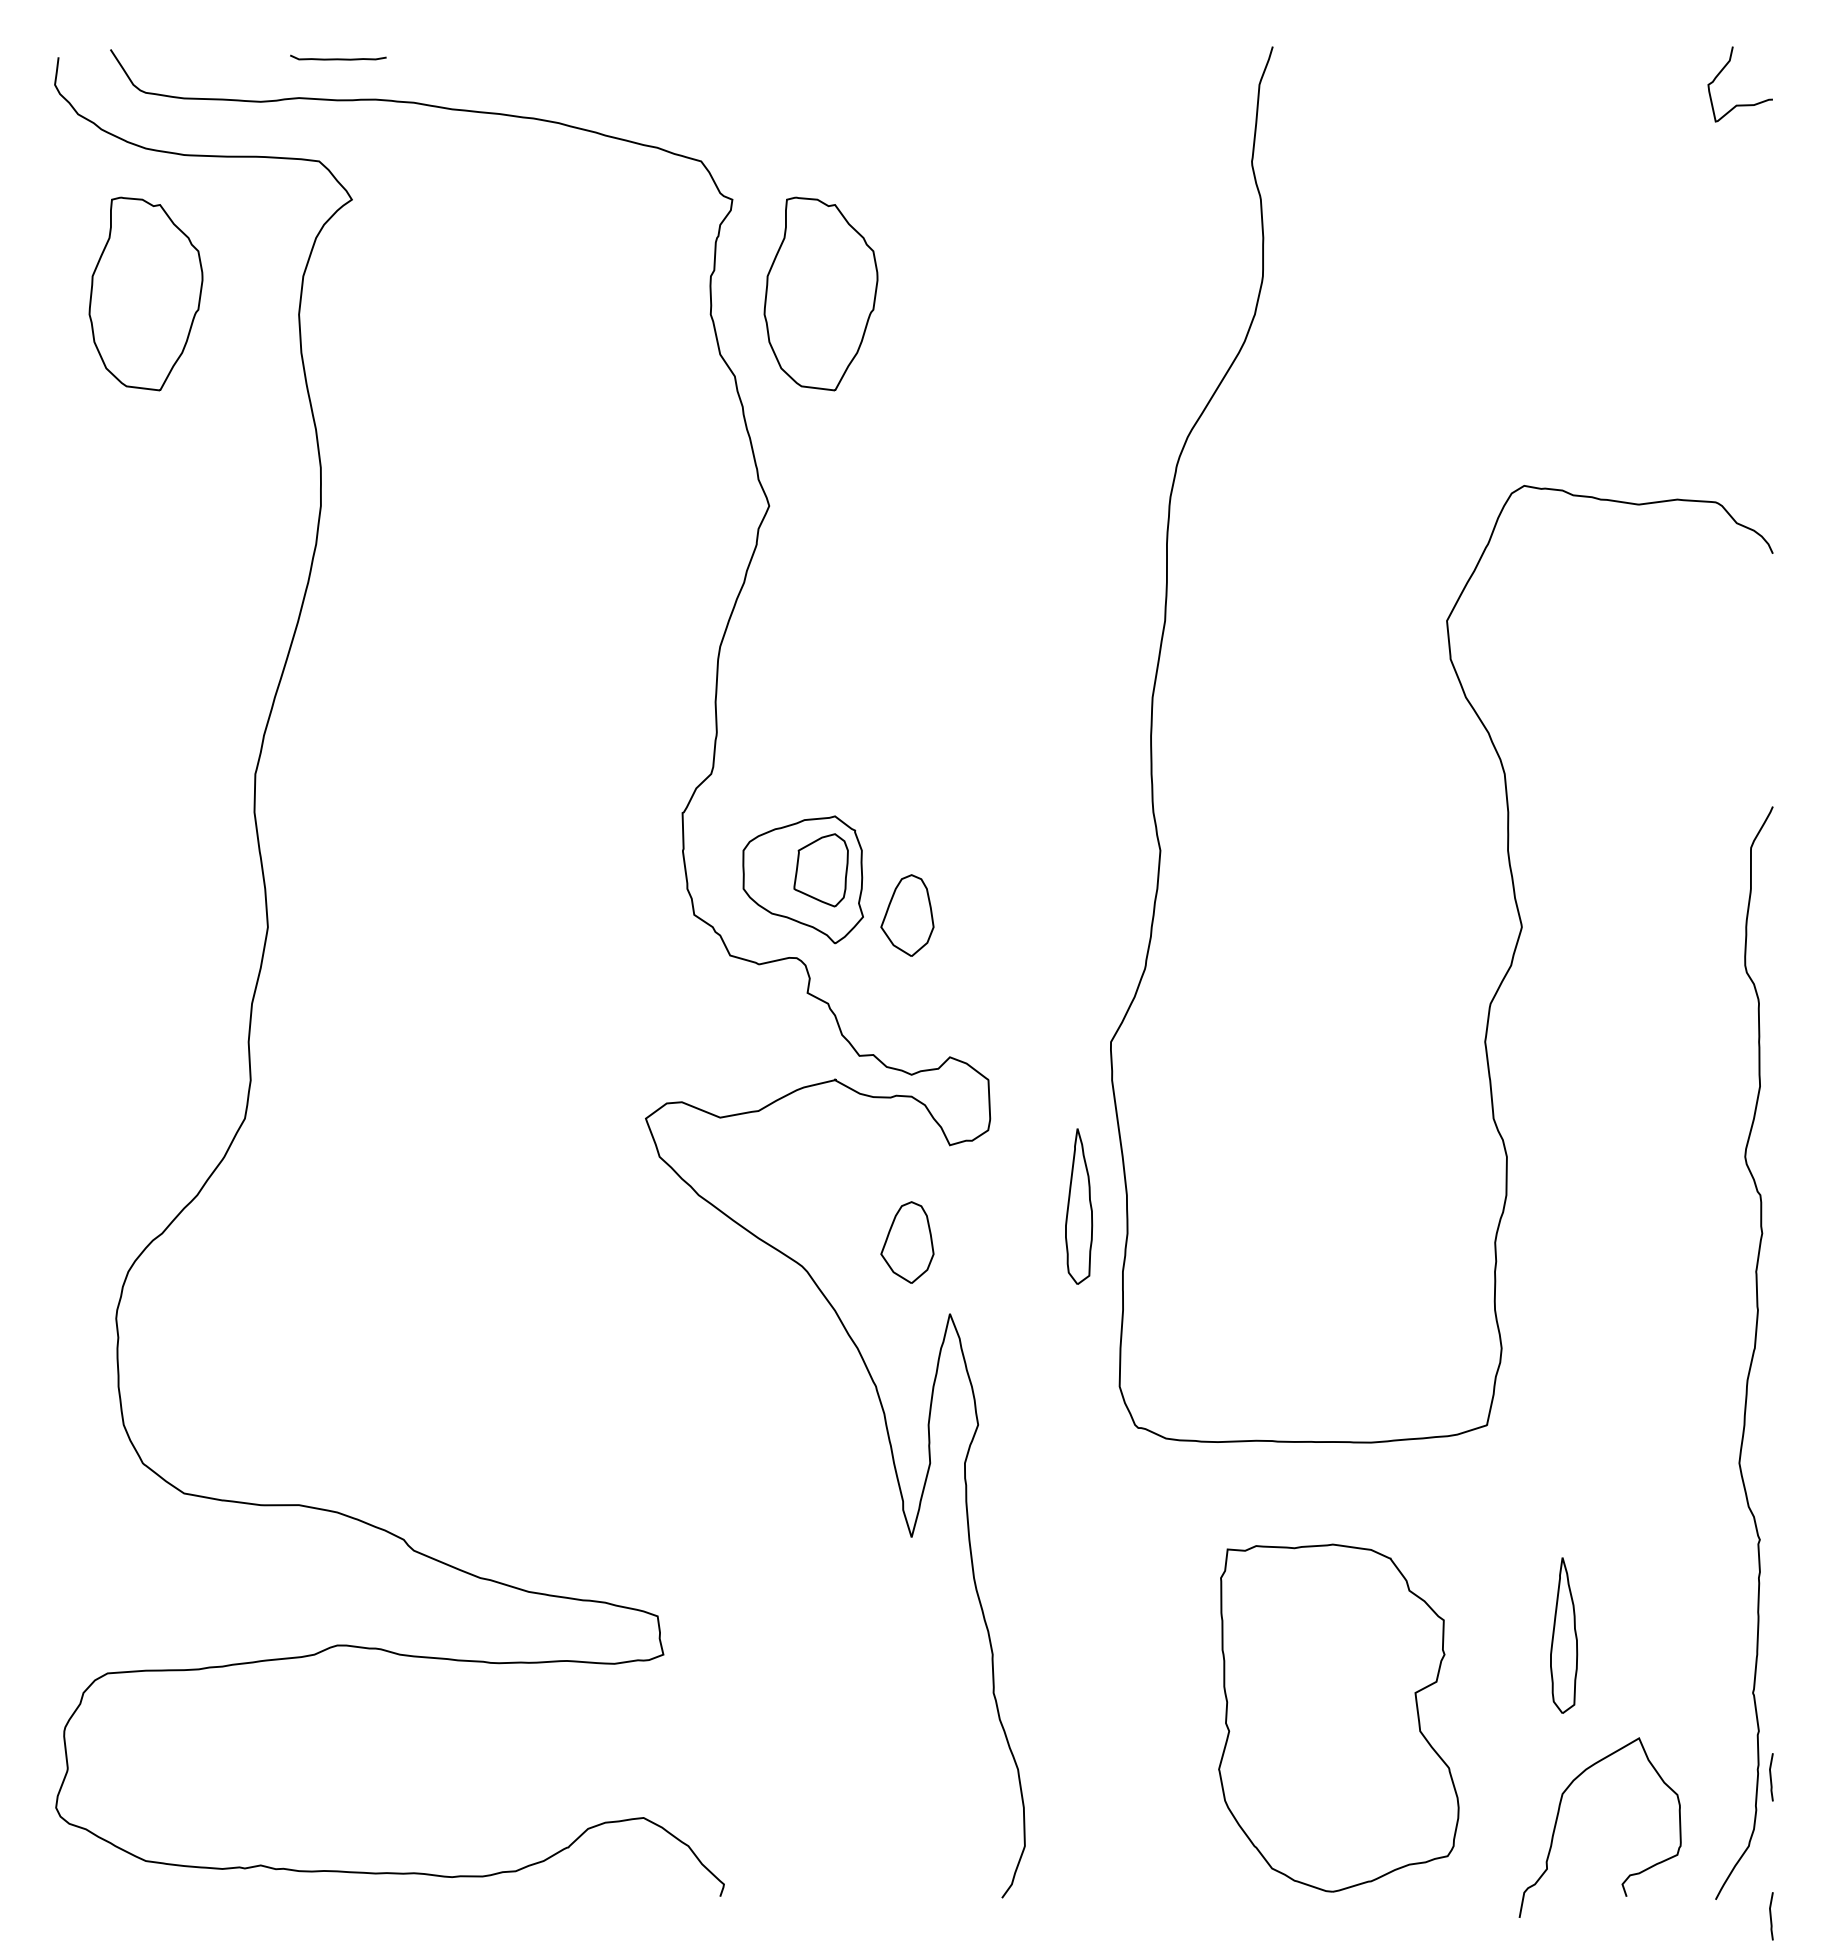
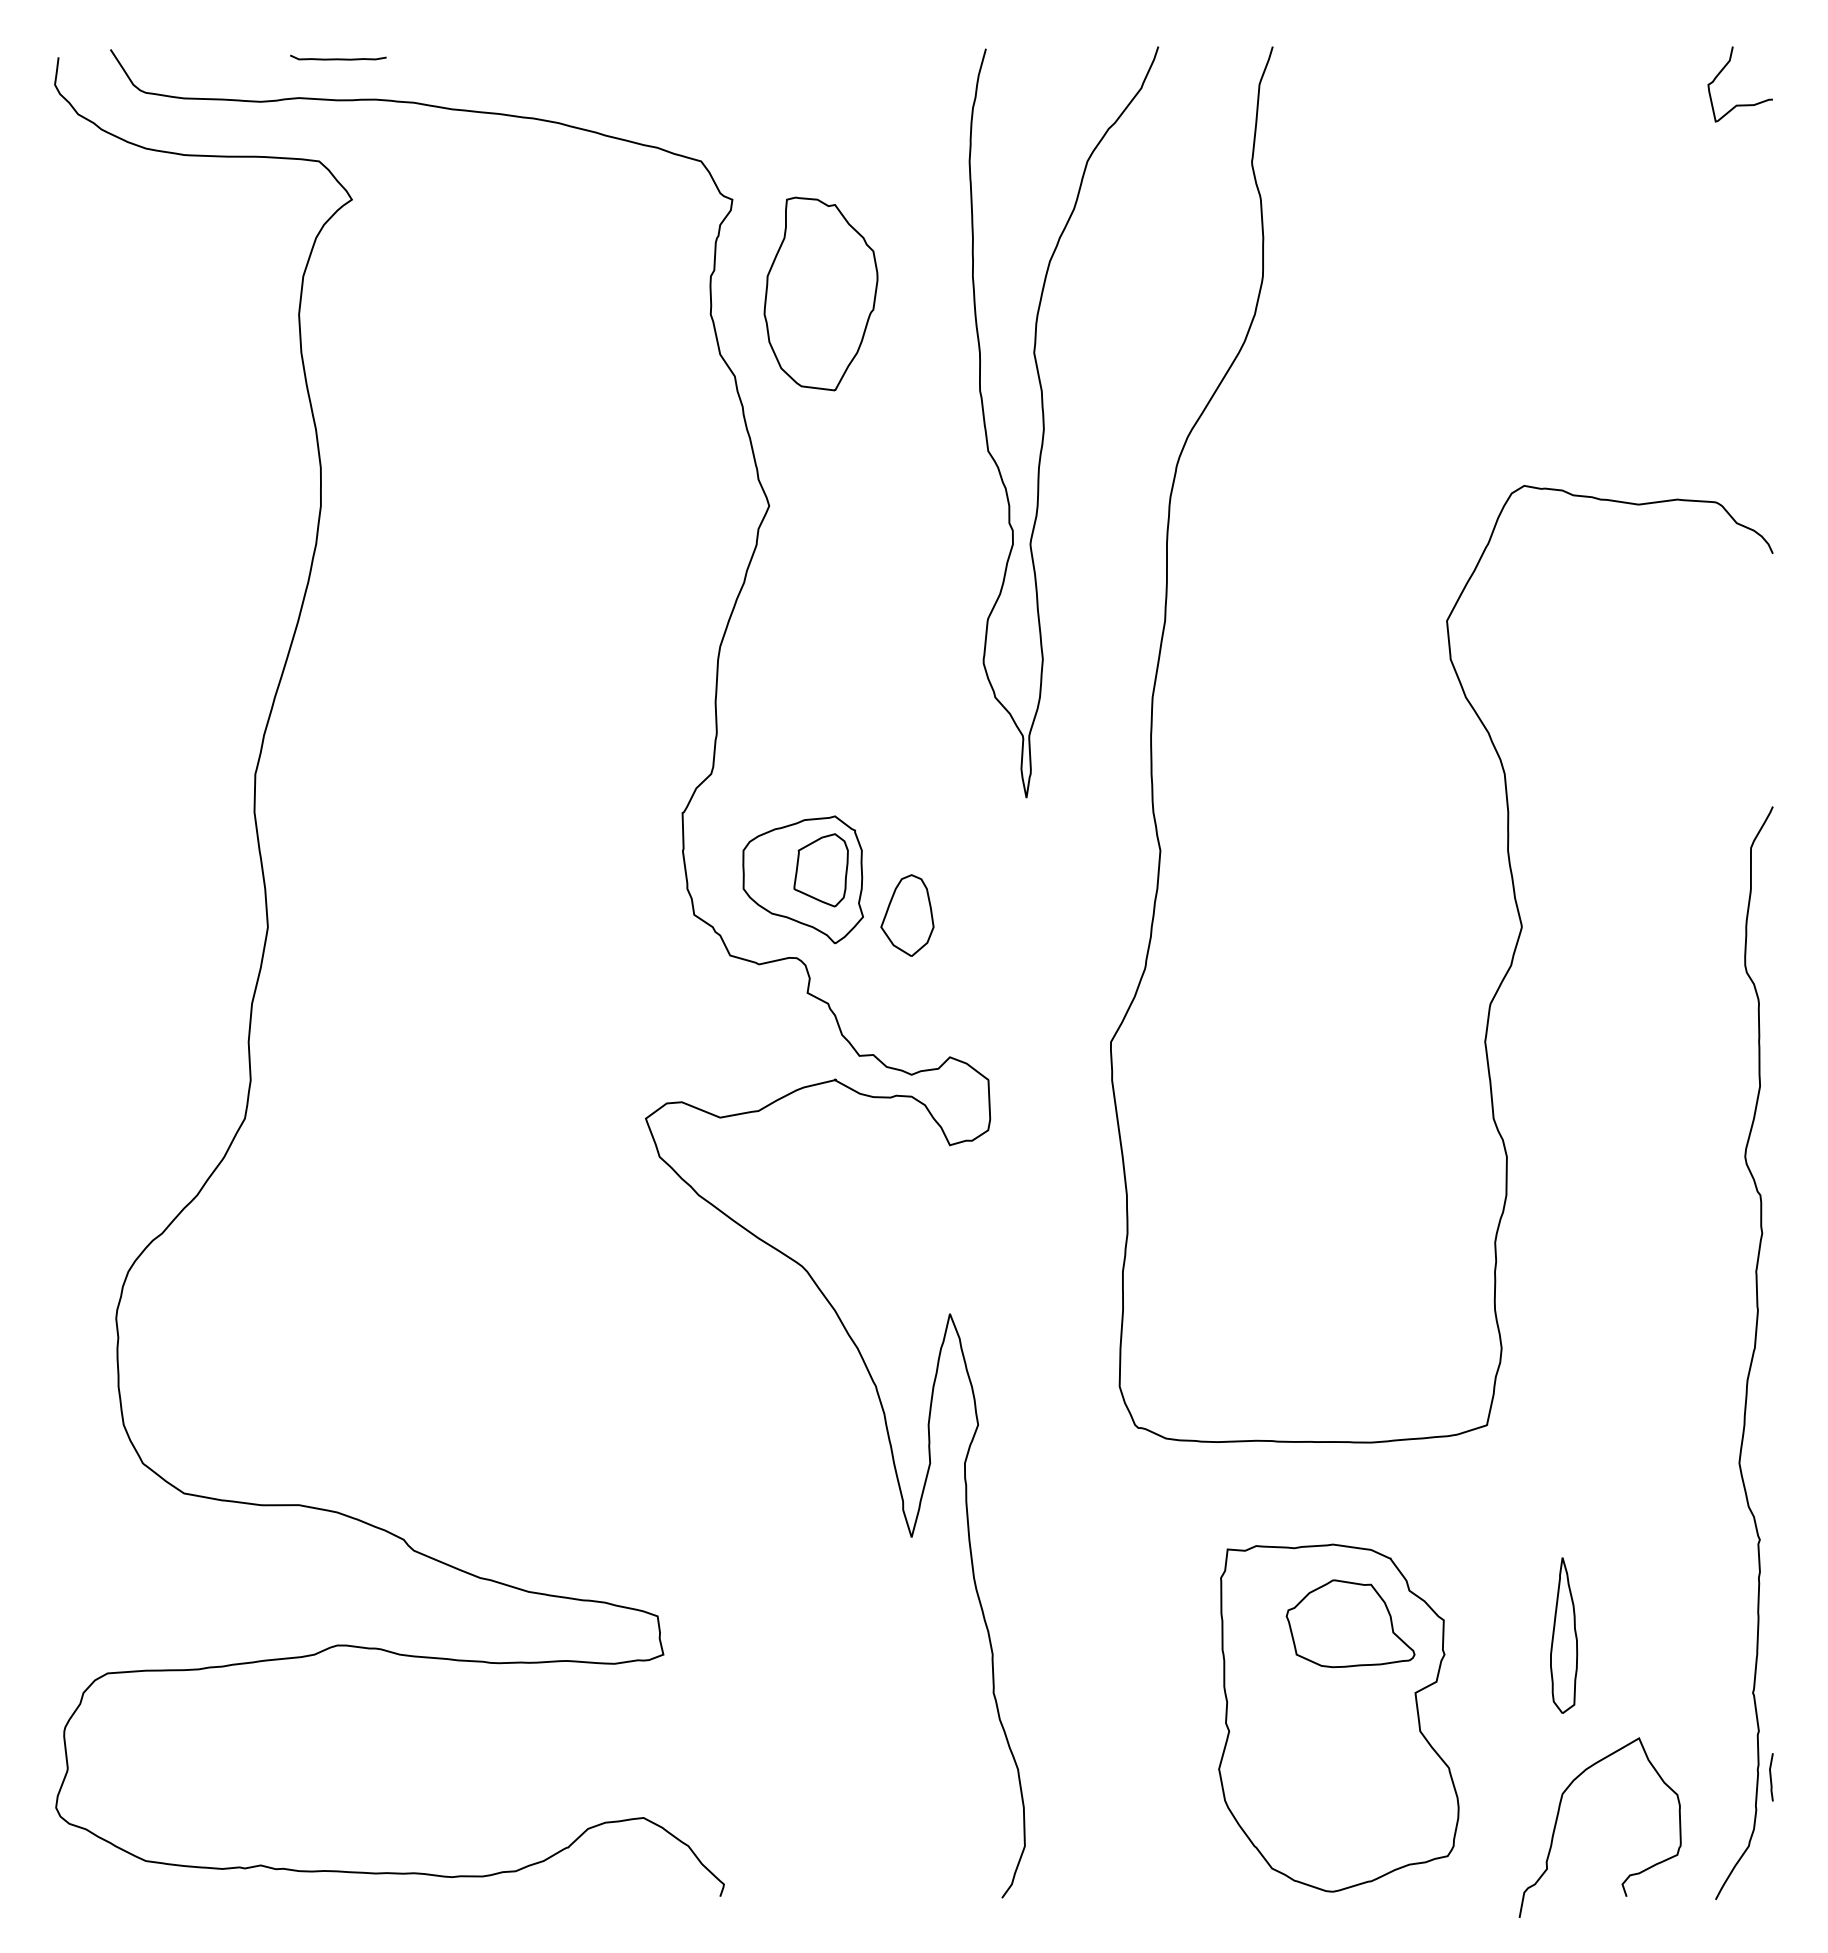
part at (145, 293): present -> none
curve at (1044, 422): none -> present
part at (1079, 1206): present -> none
part at (907, 1242): present -> none
part at (1350, 1623): none -> present
line at (1771, 1916): present -> none
